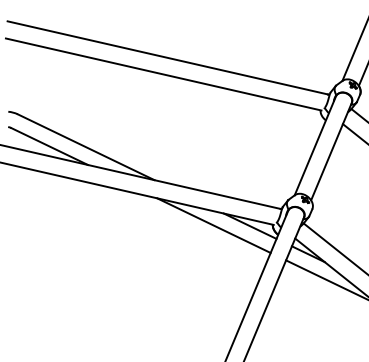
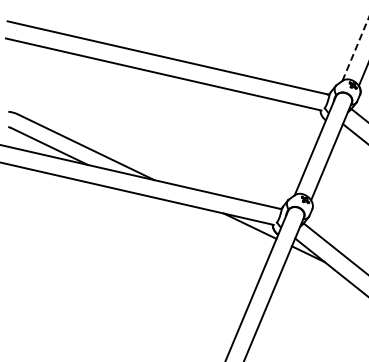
line at (355, 48): solid -> dashed
line at (213, 225): present -> none
line at (325, 279): present -> none
